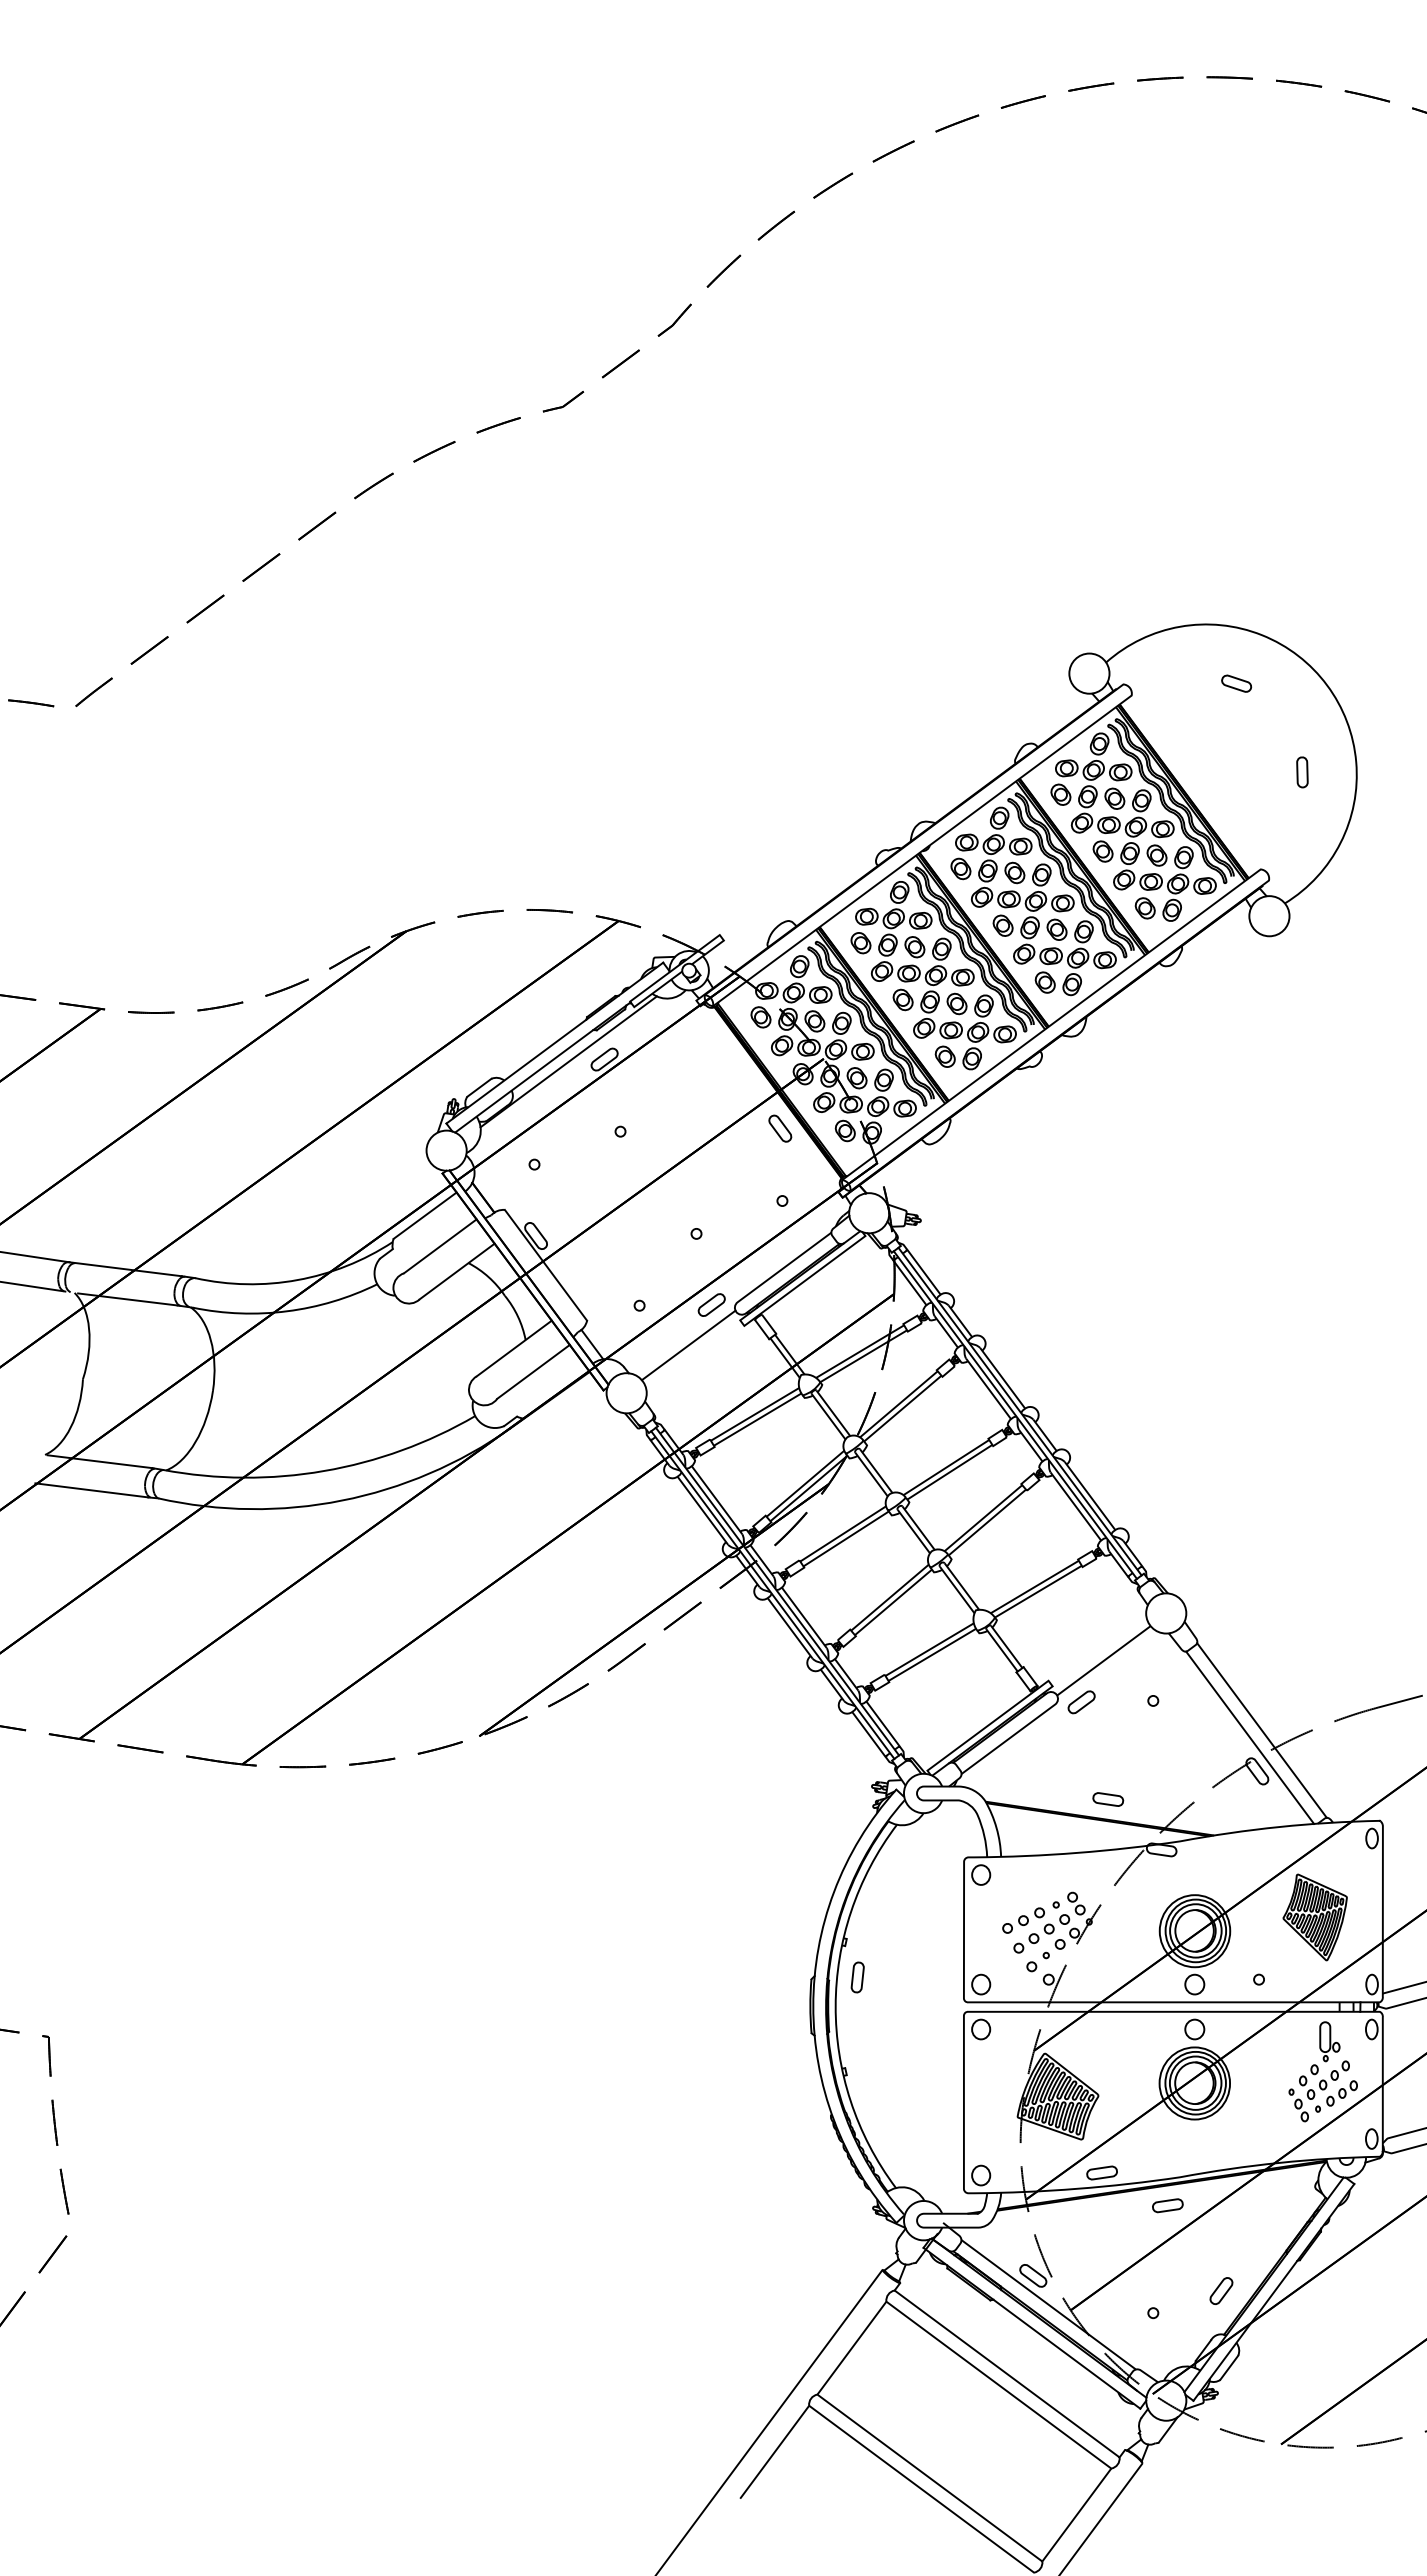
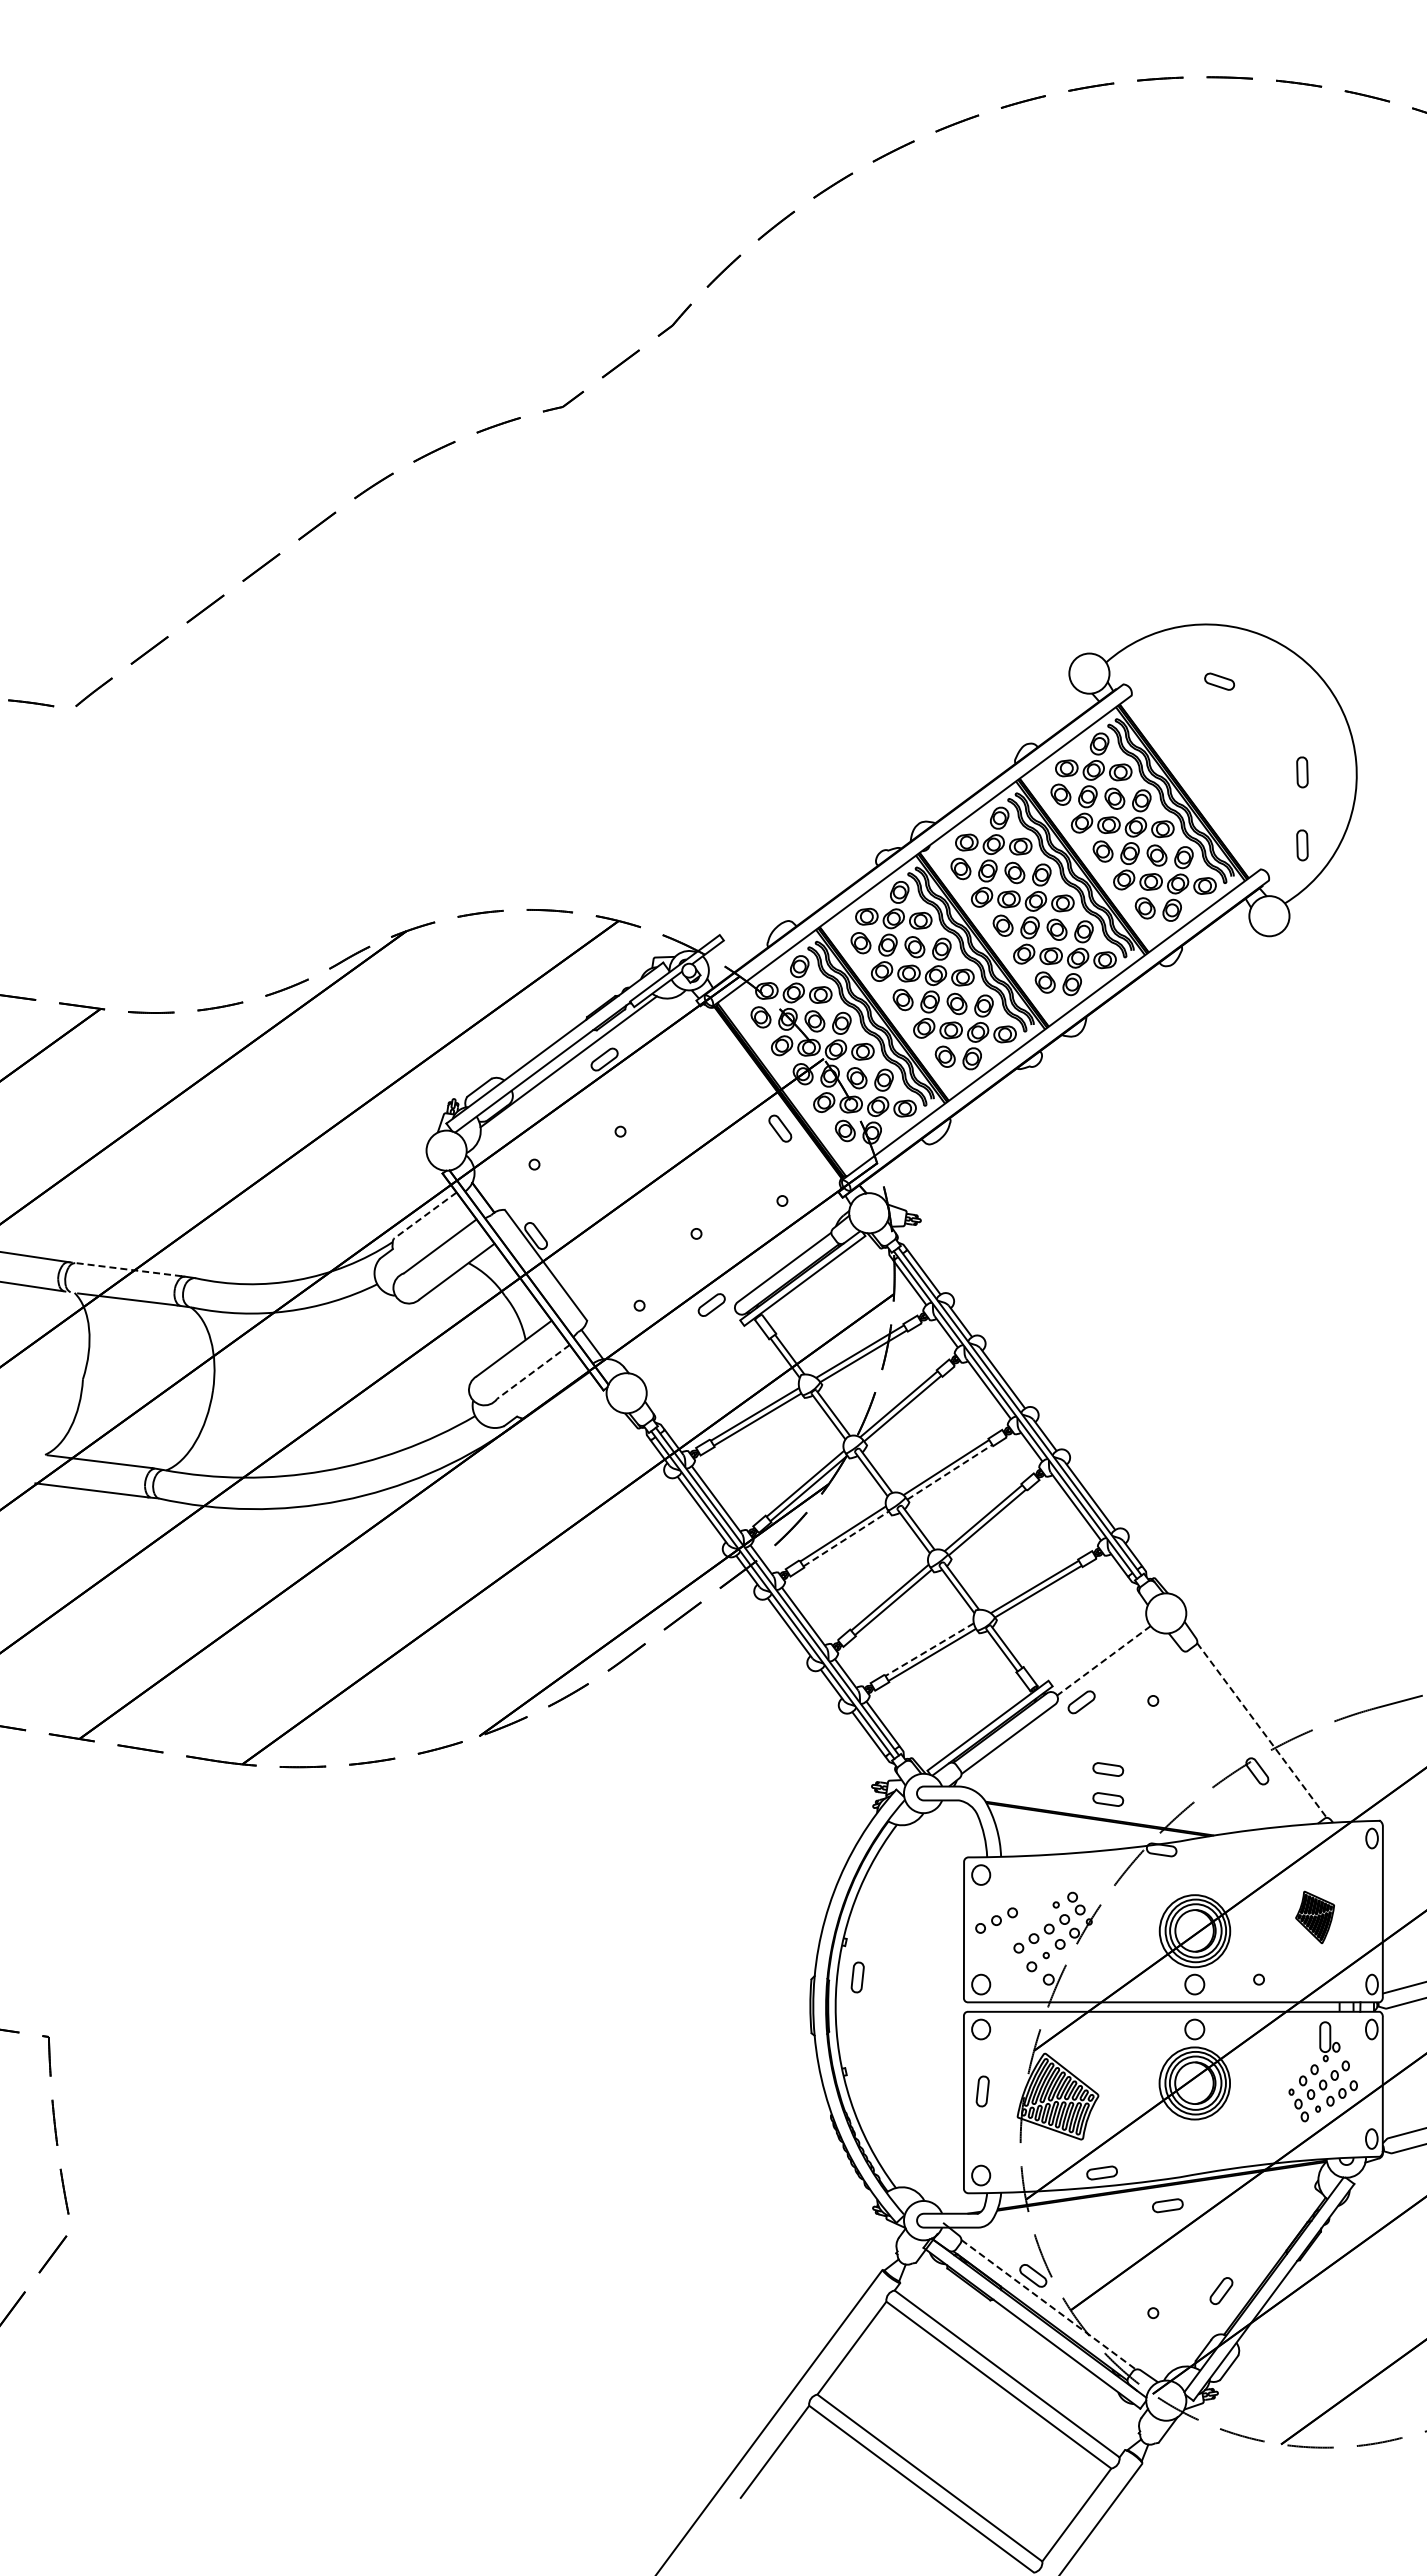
part at (1236, 683) position: (1236, 683) -> (1219, 681)
part at (1302, 845): none -> present
line at (424, 1216): solid -> dashed
line at (125, 1269): solid -> dashed
line at (688, 1345): present -> none
line at (533, 1372): solid -> dashed
line at (949, 1472): solid -> dashed
line at (846, 1538): solid -> dashed
line at (929, 1649): solid -> dashed
line at (1103, 1661): solid -> dashed
line at (1261, 1730): solid -> dashed
line at (1250, 1737): present -> none
part at (1108, 1769): none -> present
part at (1314, 1917) size: 66x89 px -> 40x54 px
part at (1023, 1920) position: (1023, 1920) -> (996, 1920)
part at (982, 2091): none -> present
line at (1048, 2304): solid -> dashed
